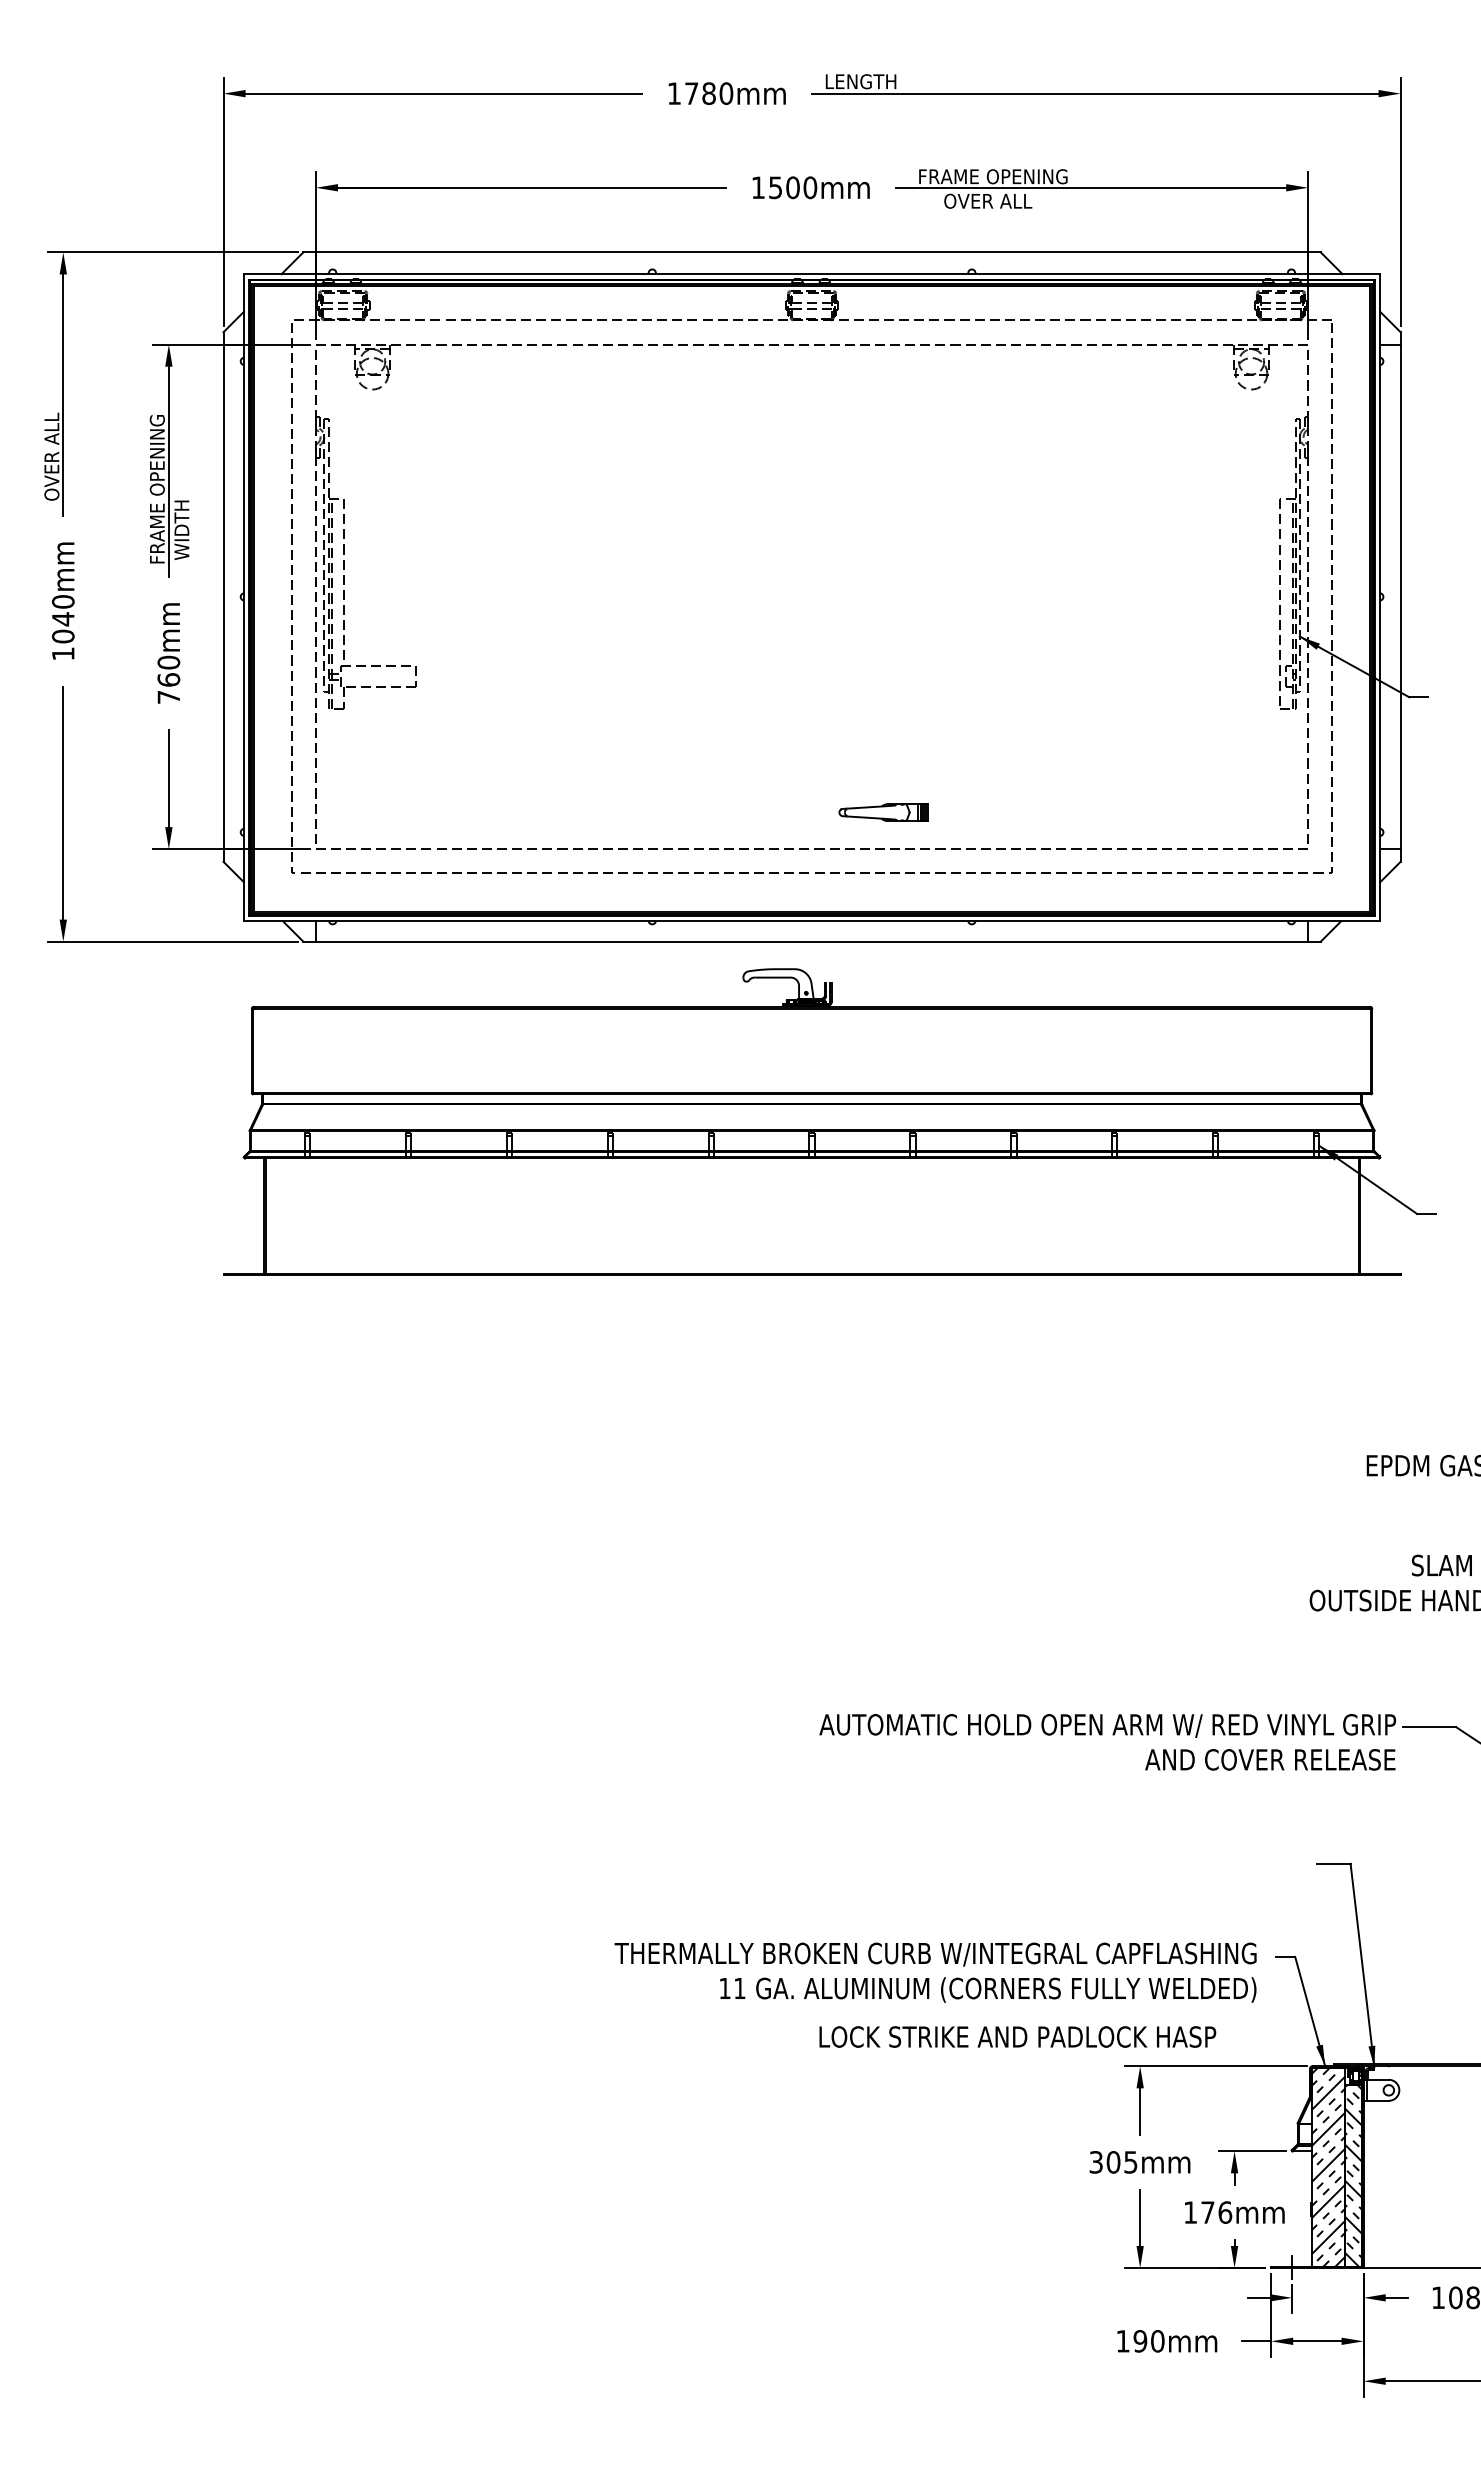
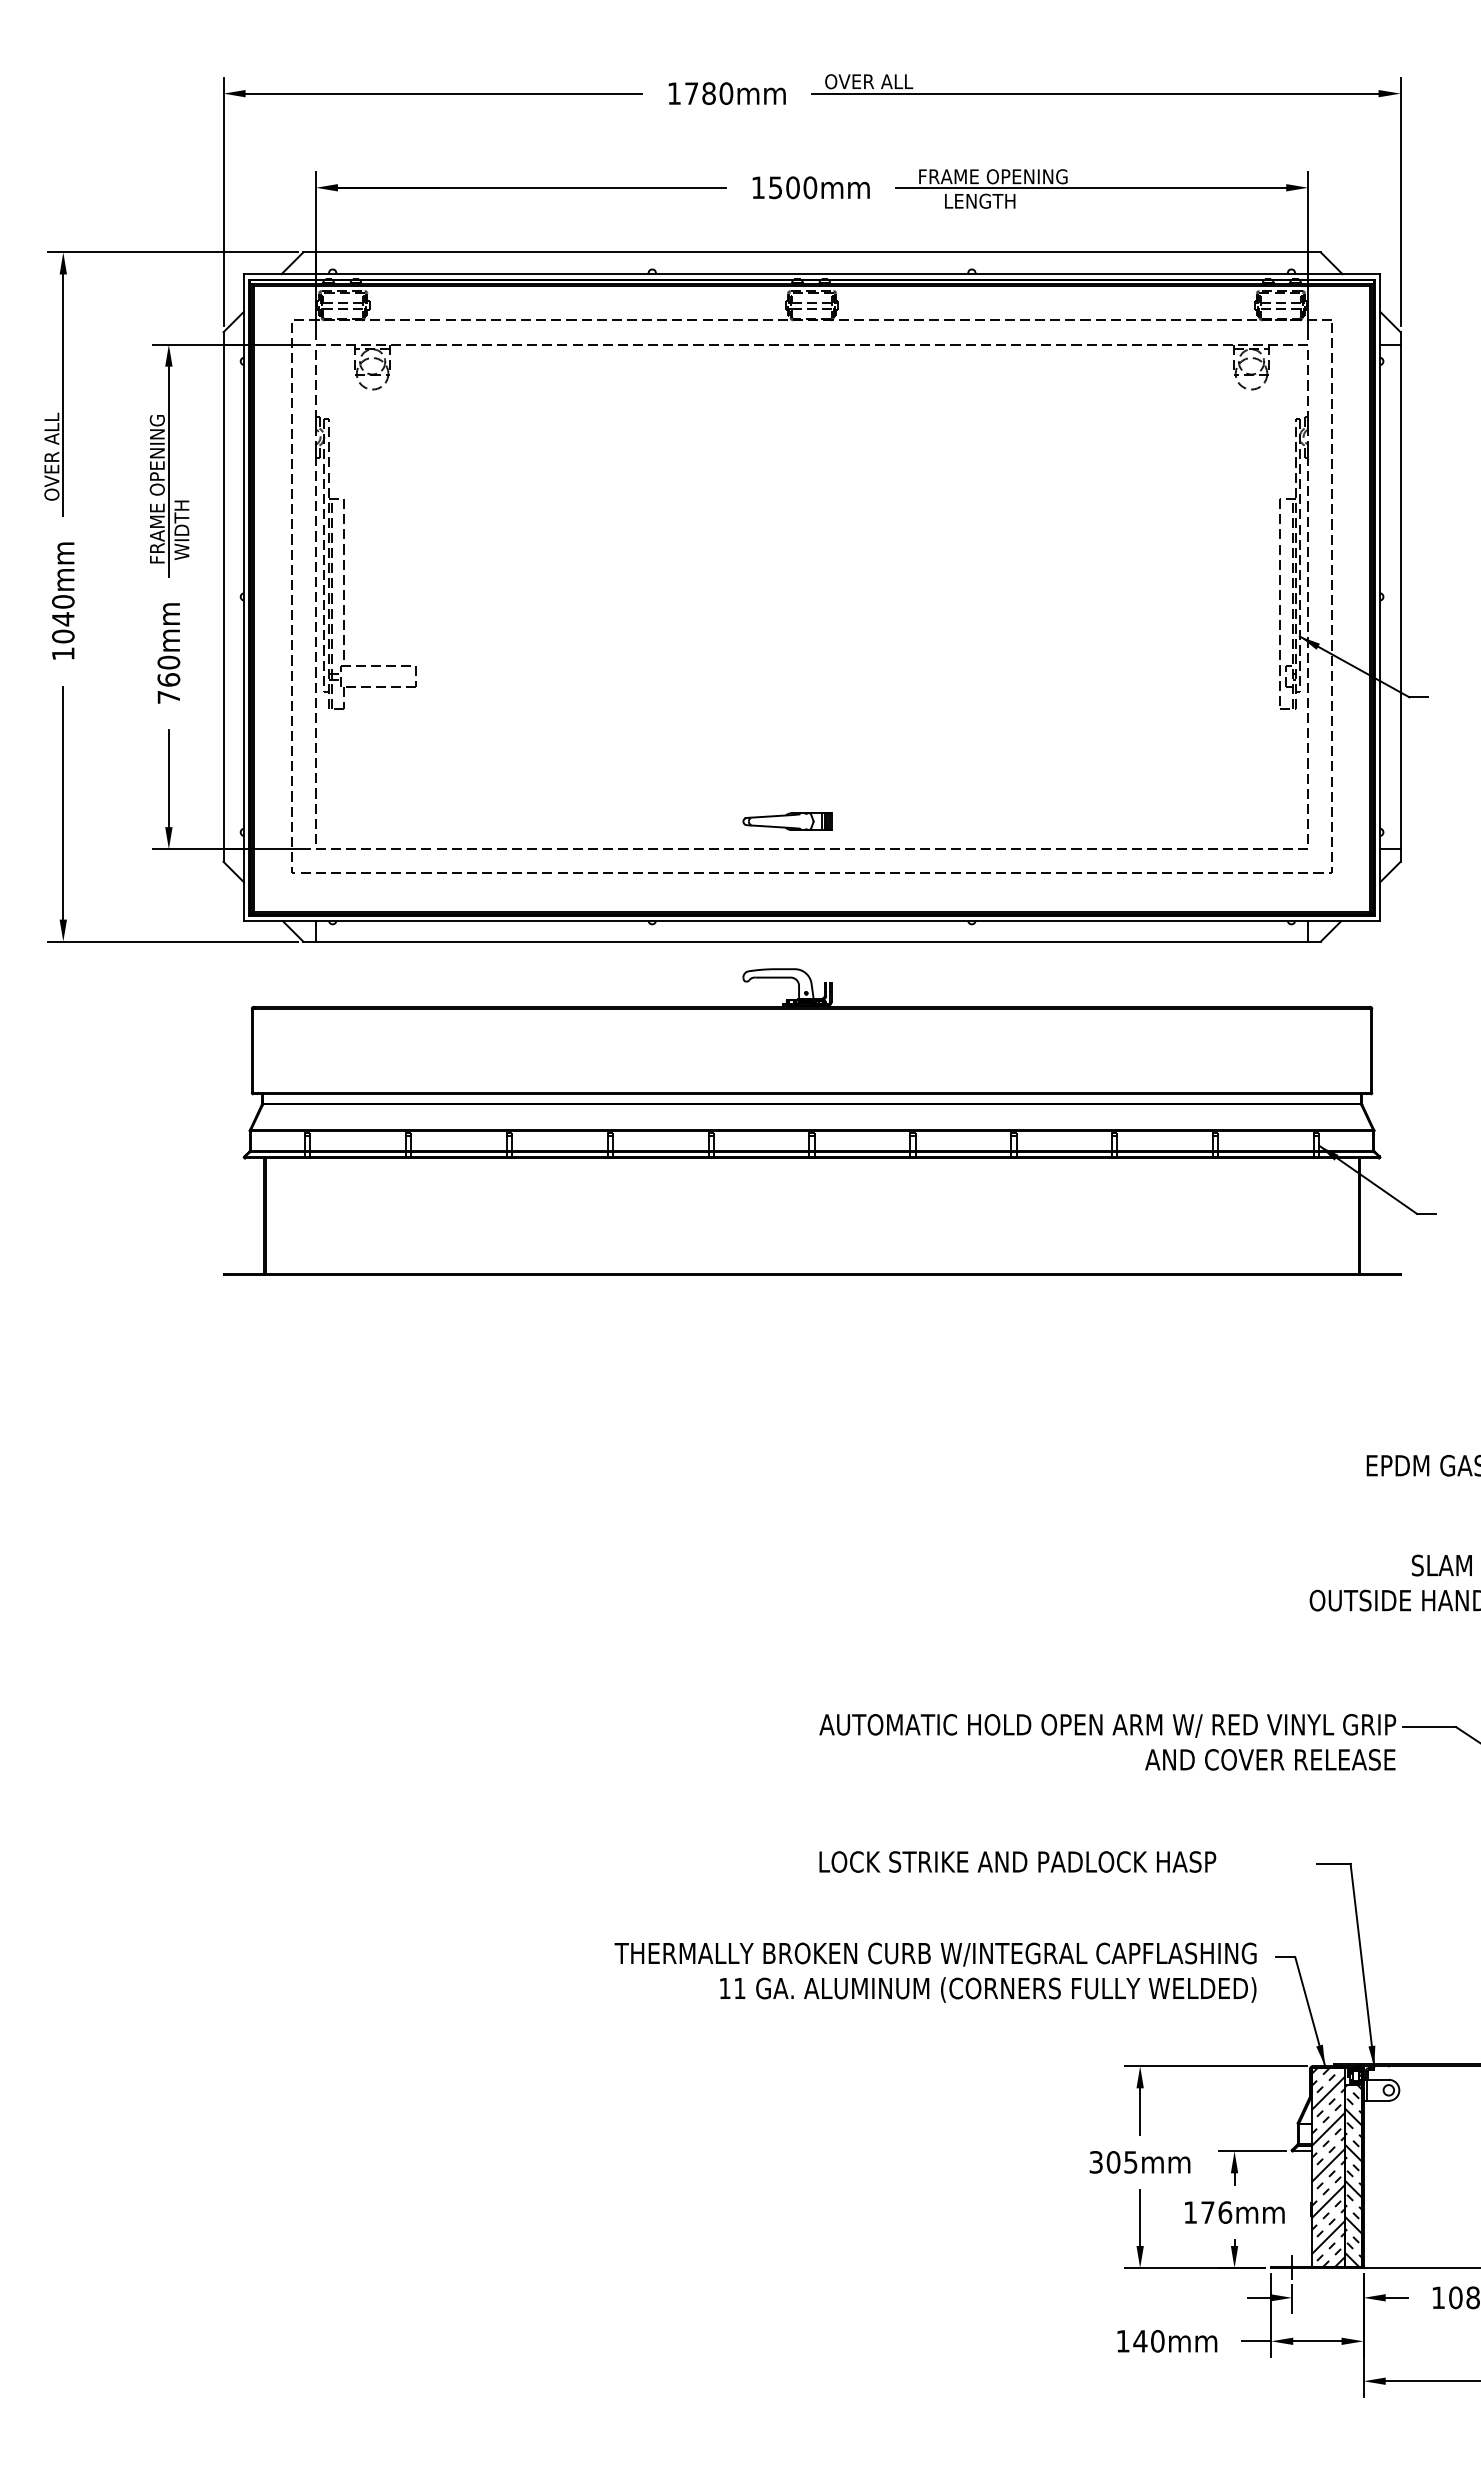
text at (869, 81): LENGTH -> OVER ALL
text at (988, 200): OVER ALL -> LENGTH
part at (883, 812) position: (883, 812) -> (787, 821)
text at (1017, 2036) position: (1017, 2036) -> (1017, 1861)
text at (1140, 2341): 190mm -> 140mm
